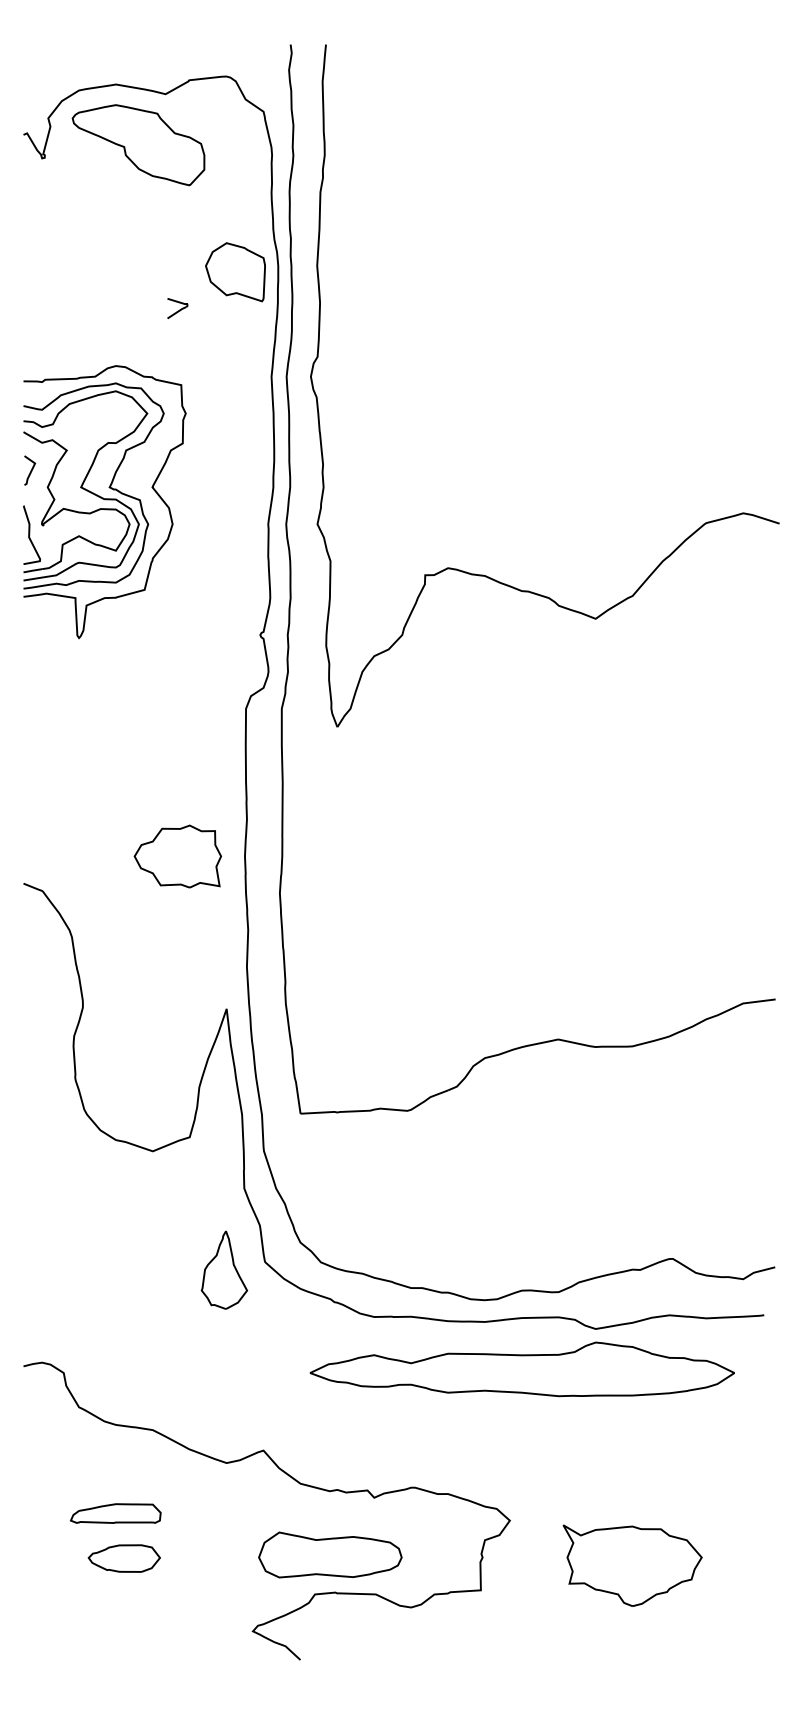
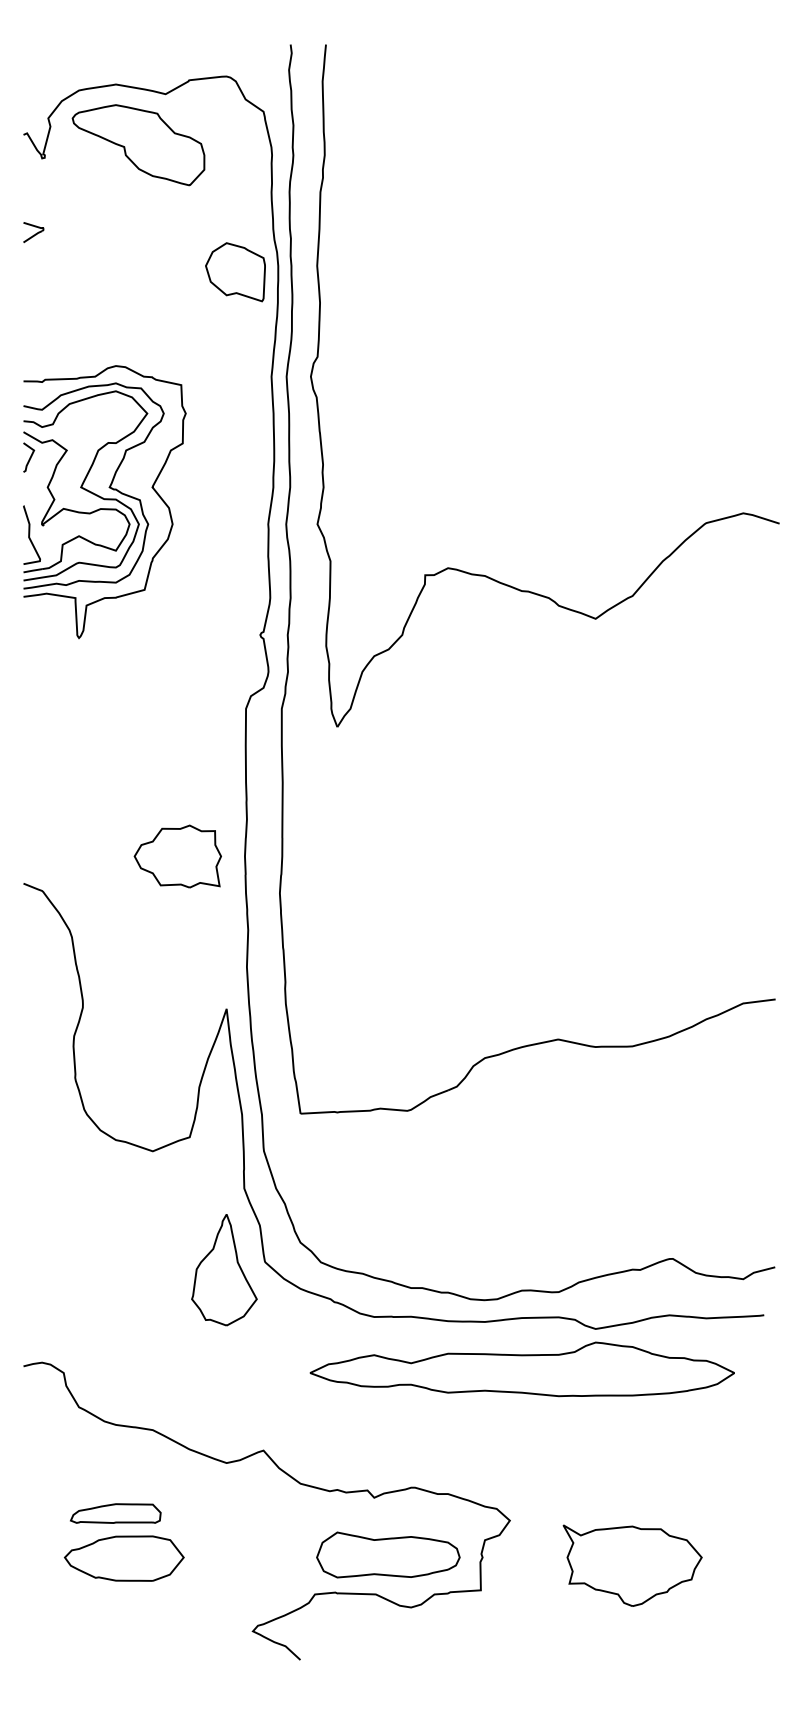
part at (177, 308) position: (177, 308) -> (33, 232)
line at (30, 470) position: (30, 470) -> (29, 457)
part at (224, 1269) size: 49x80 px -> 67x113 px
part at (330, 1554) position: (330, 1554) -> (388, 1554)
part at (123, 1558) size: 74x29 px -> 121x47 px
